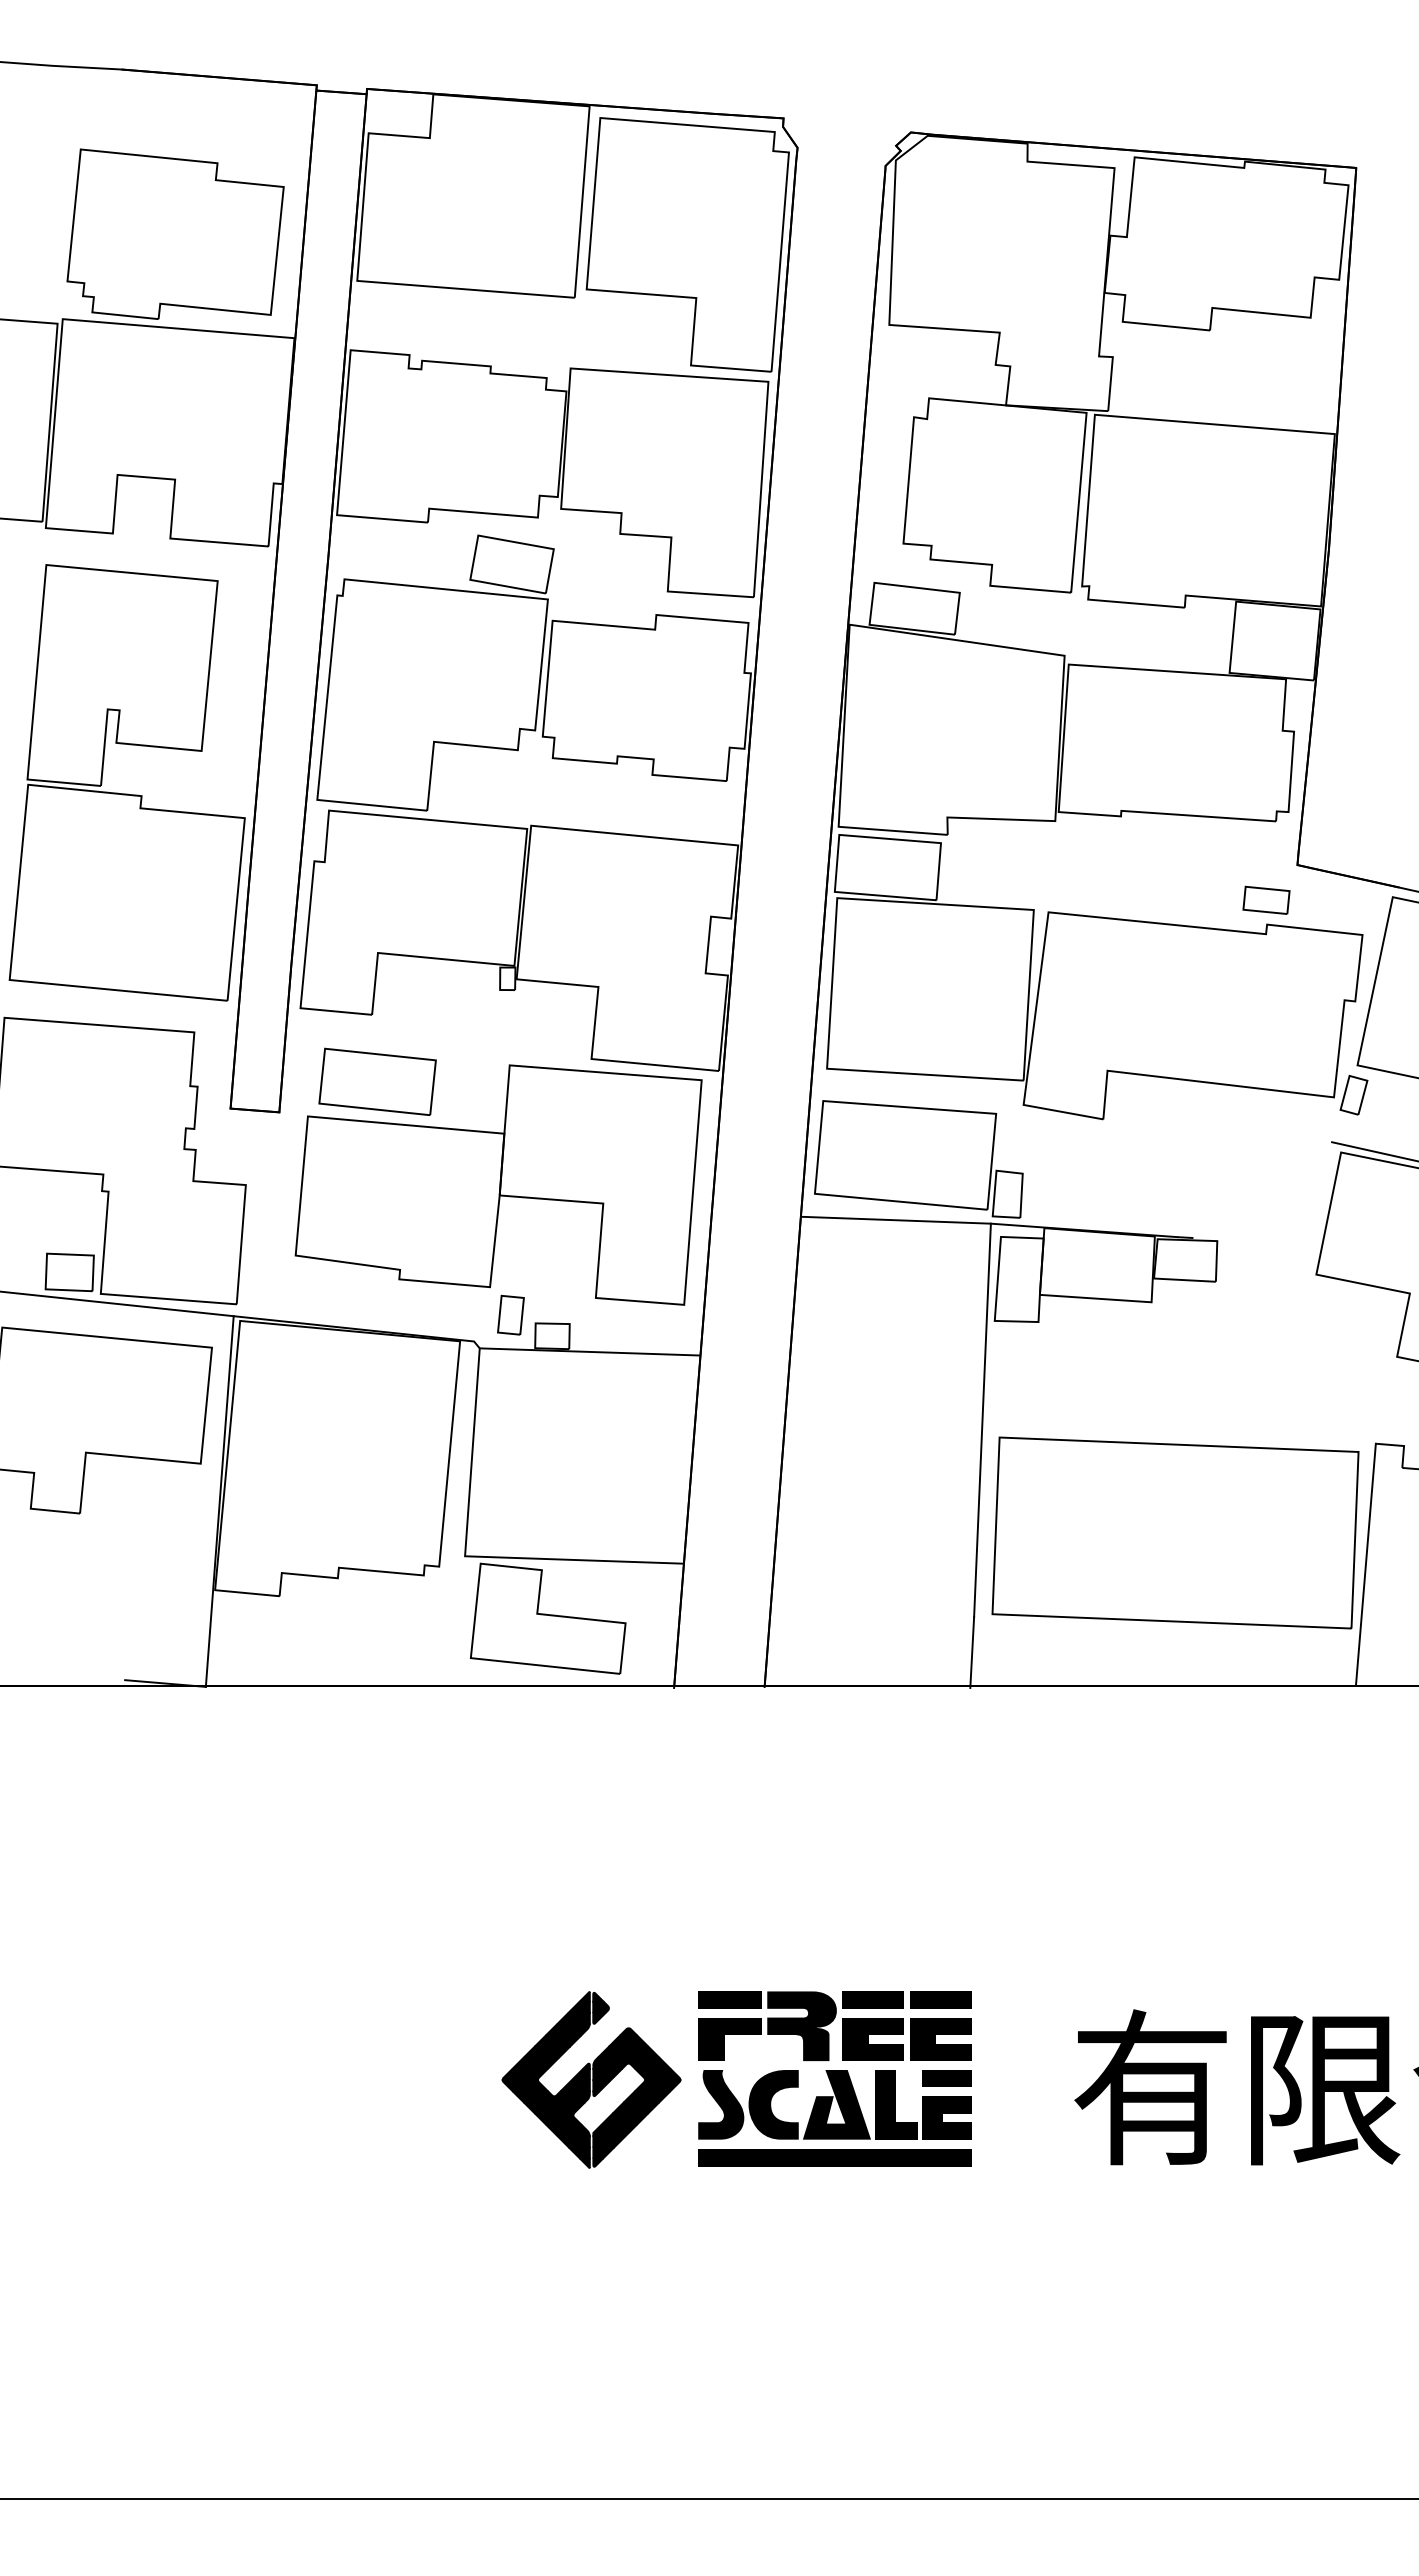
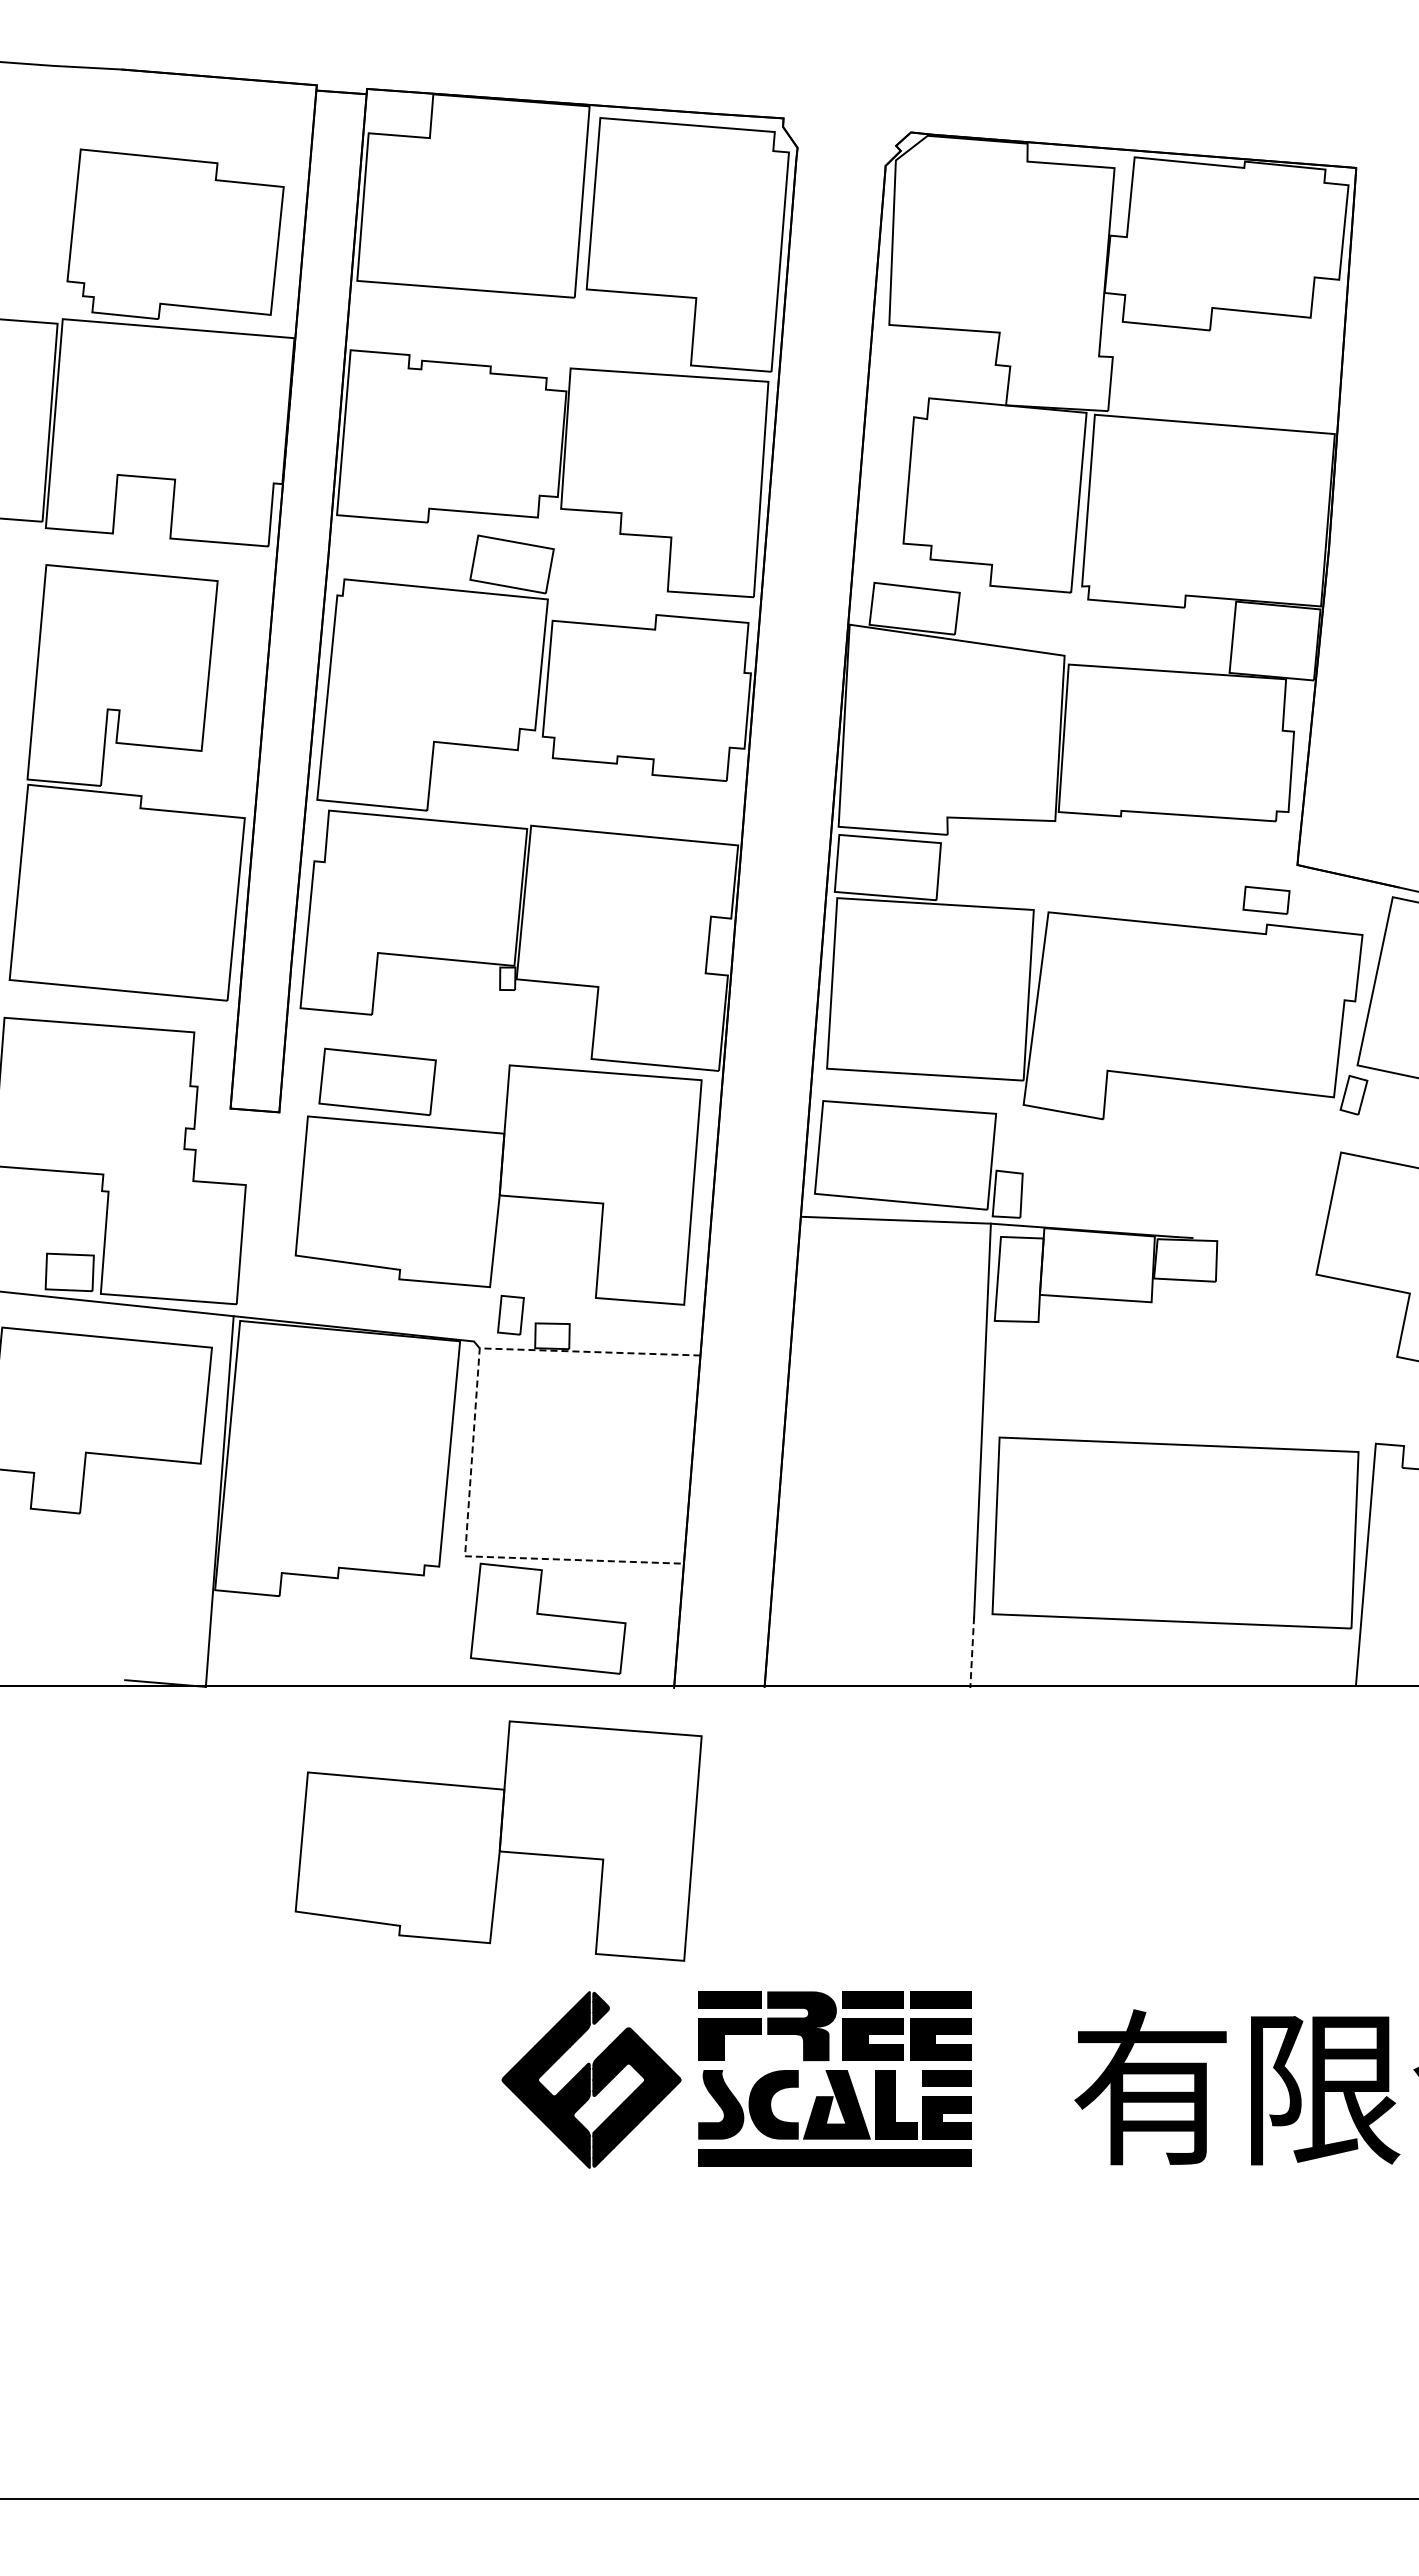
line at (1373, 1151): present -> none
line at (472, 1451): solid -> dashed
line at (972, 1653): solid -> dashed
part at (498, 1840): none -> present
